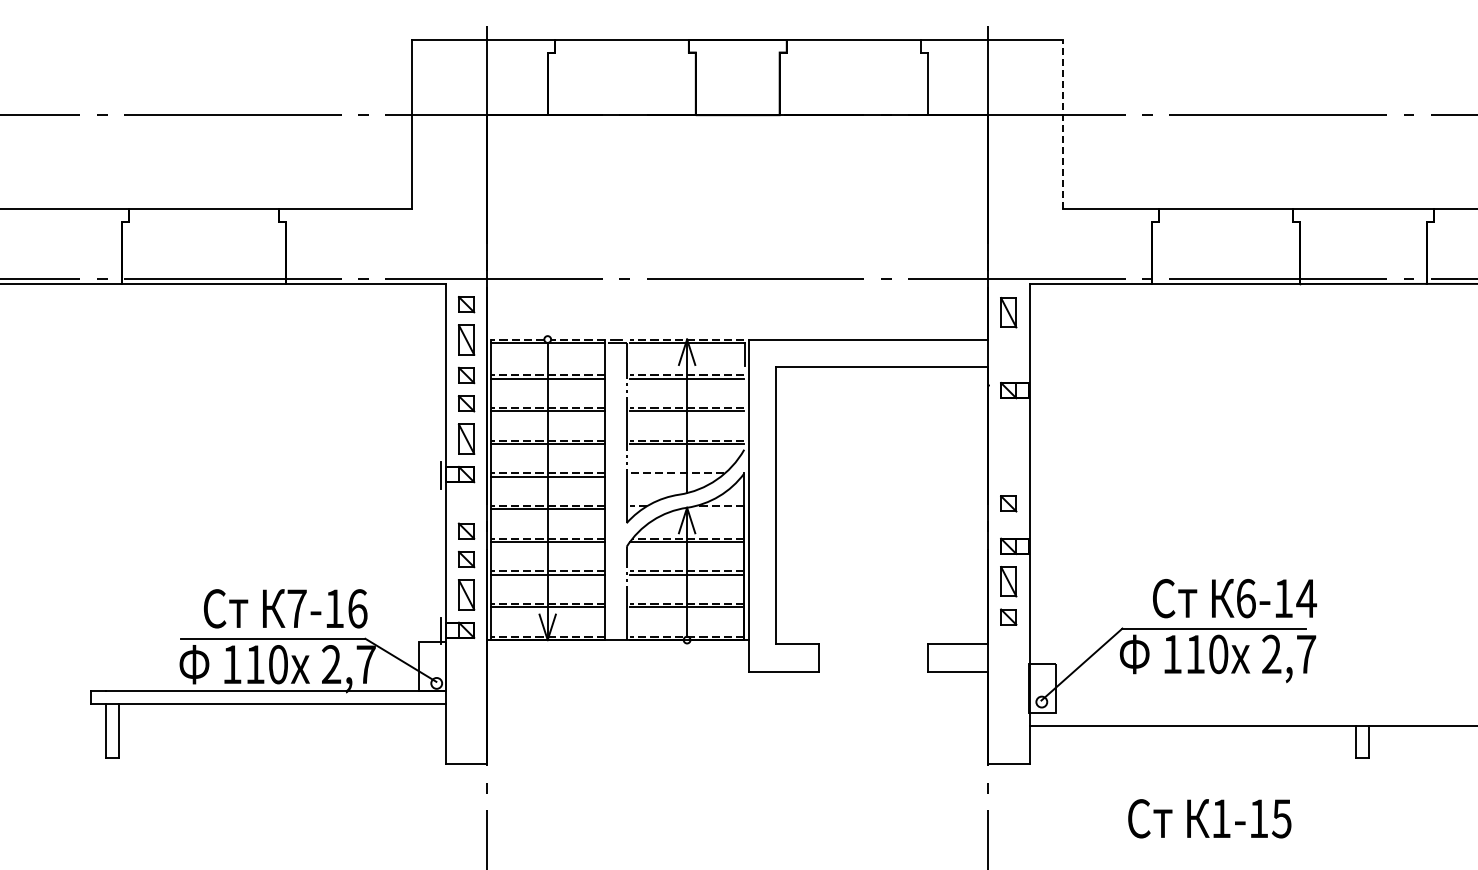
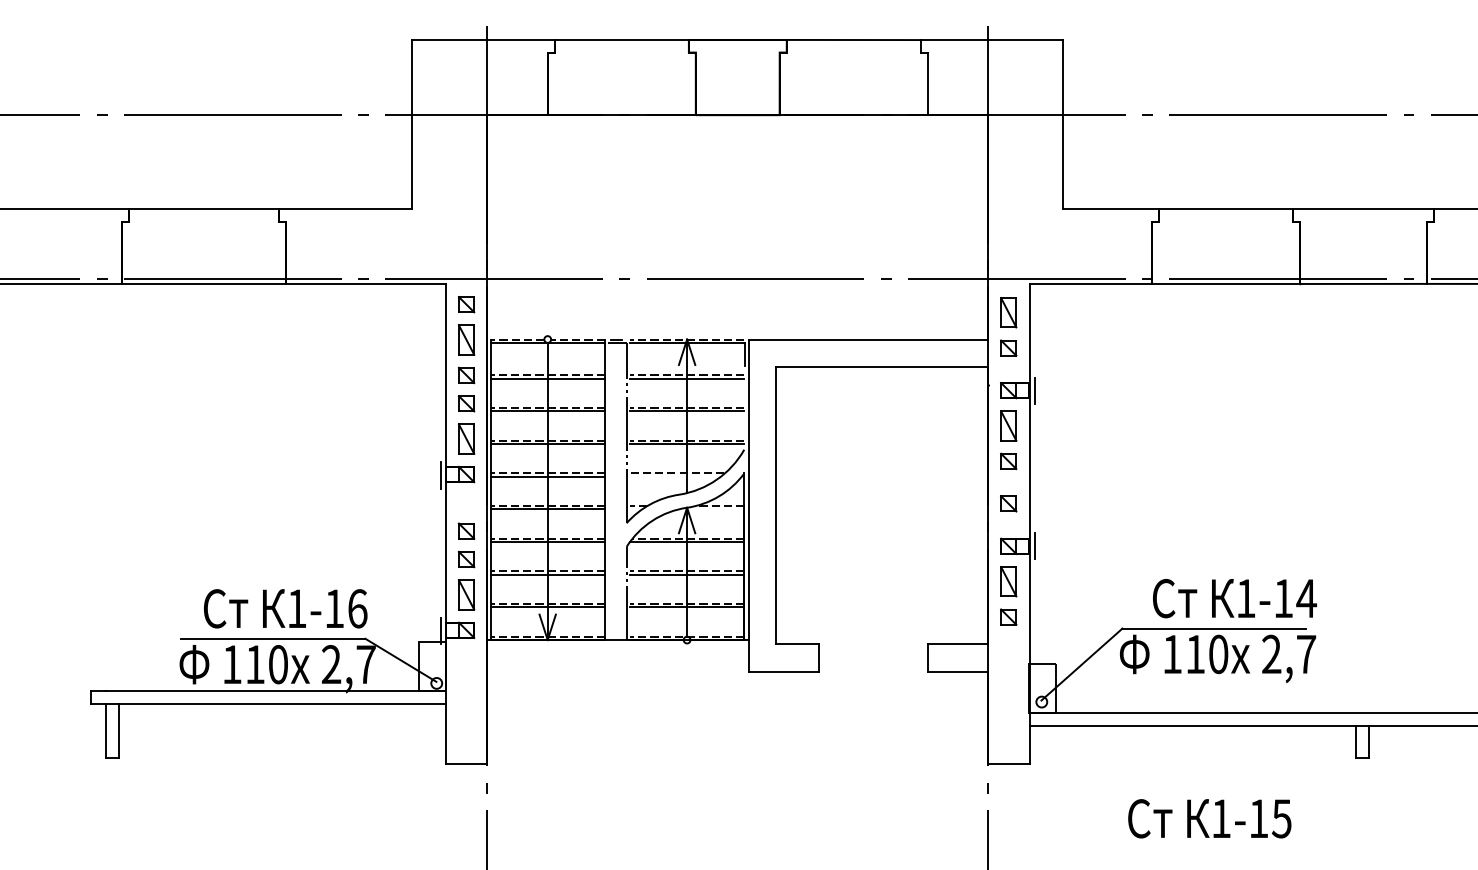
line at (1063, 123): dashed -> solid
part at (1008, 347): none -> present
line at (1034, 390): none -> present
part at (1008, 425): none -> present
part at (1008, 461): none -> present
line at (1034, 546): none -> present
text at (1246, 598): 6-14 -> 1-14
text at (296, 608): 7-16 -> 1-16
line at (1251, 713): none -> present
